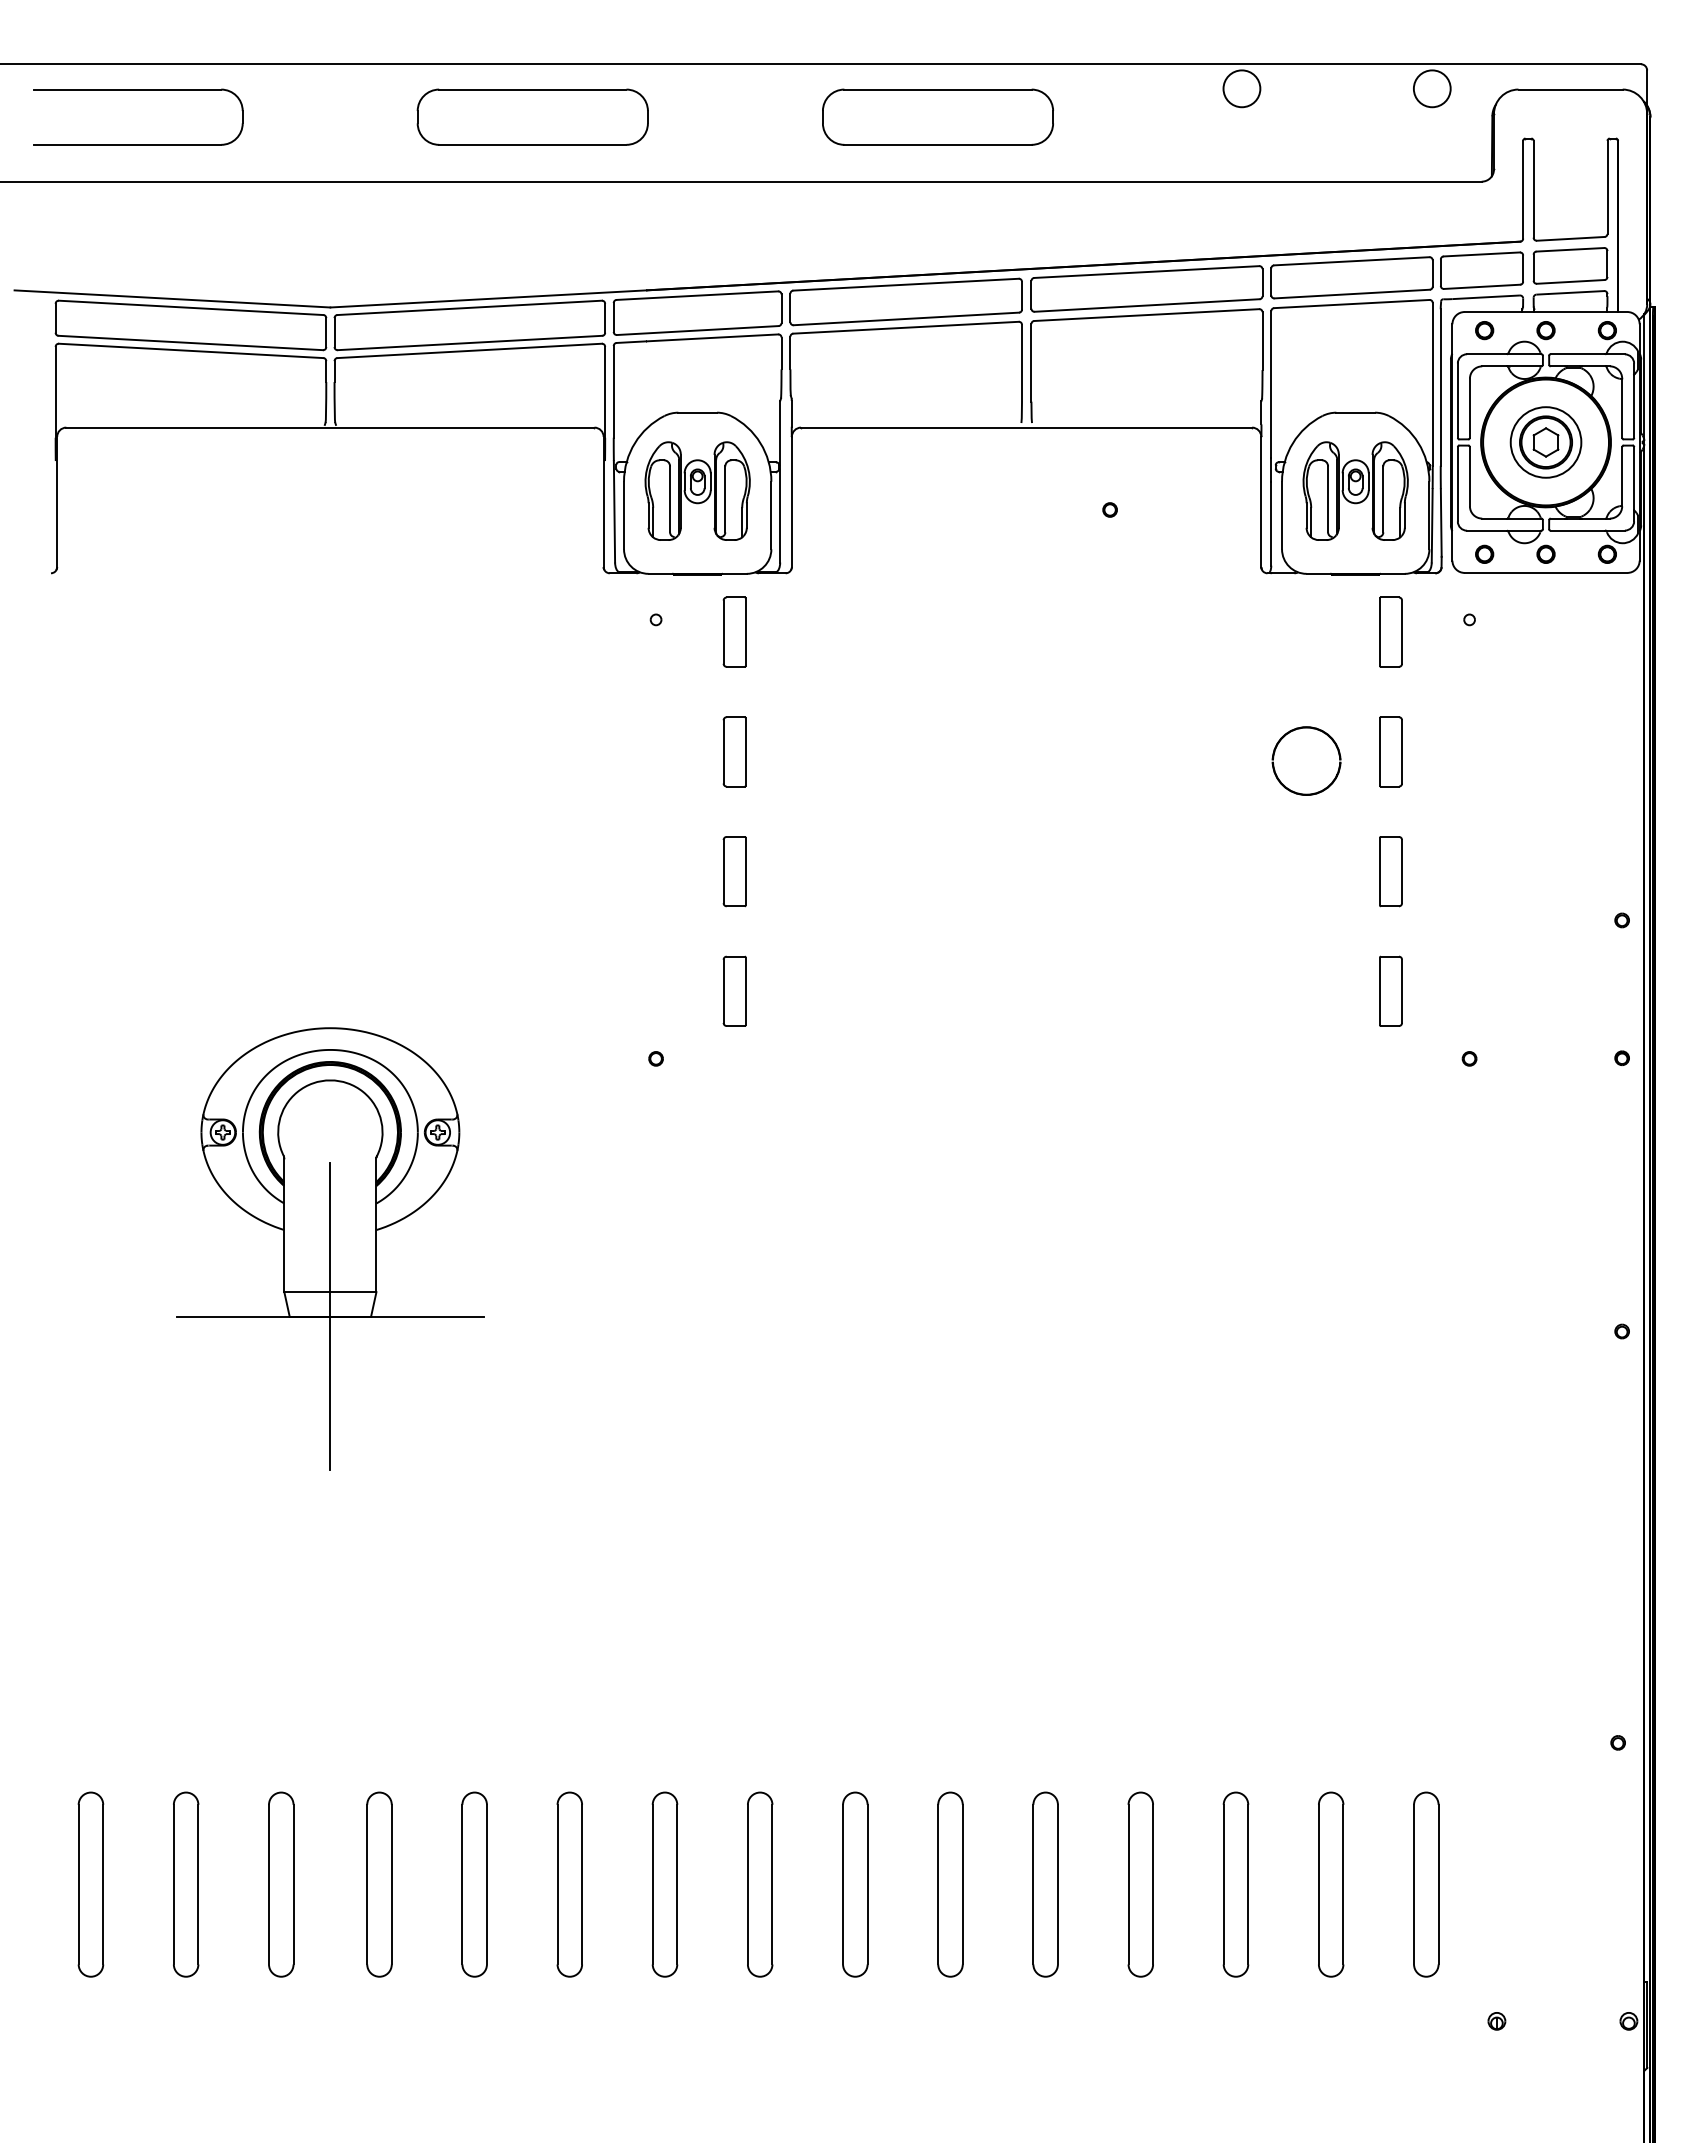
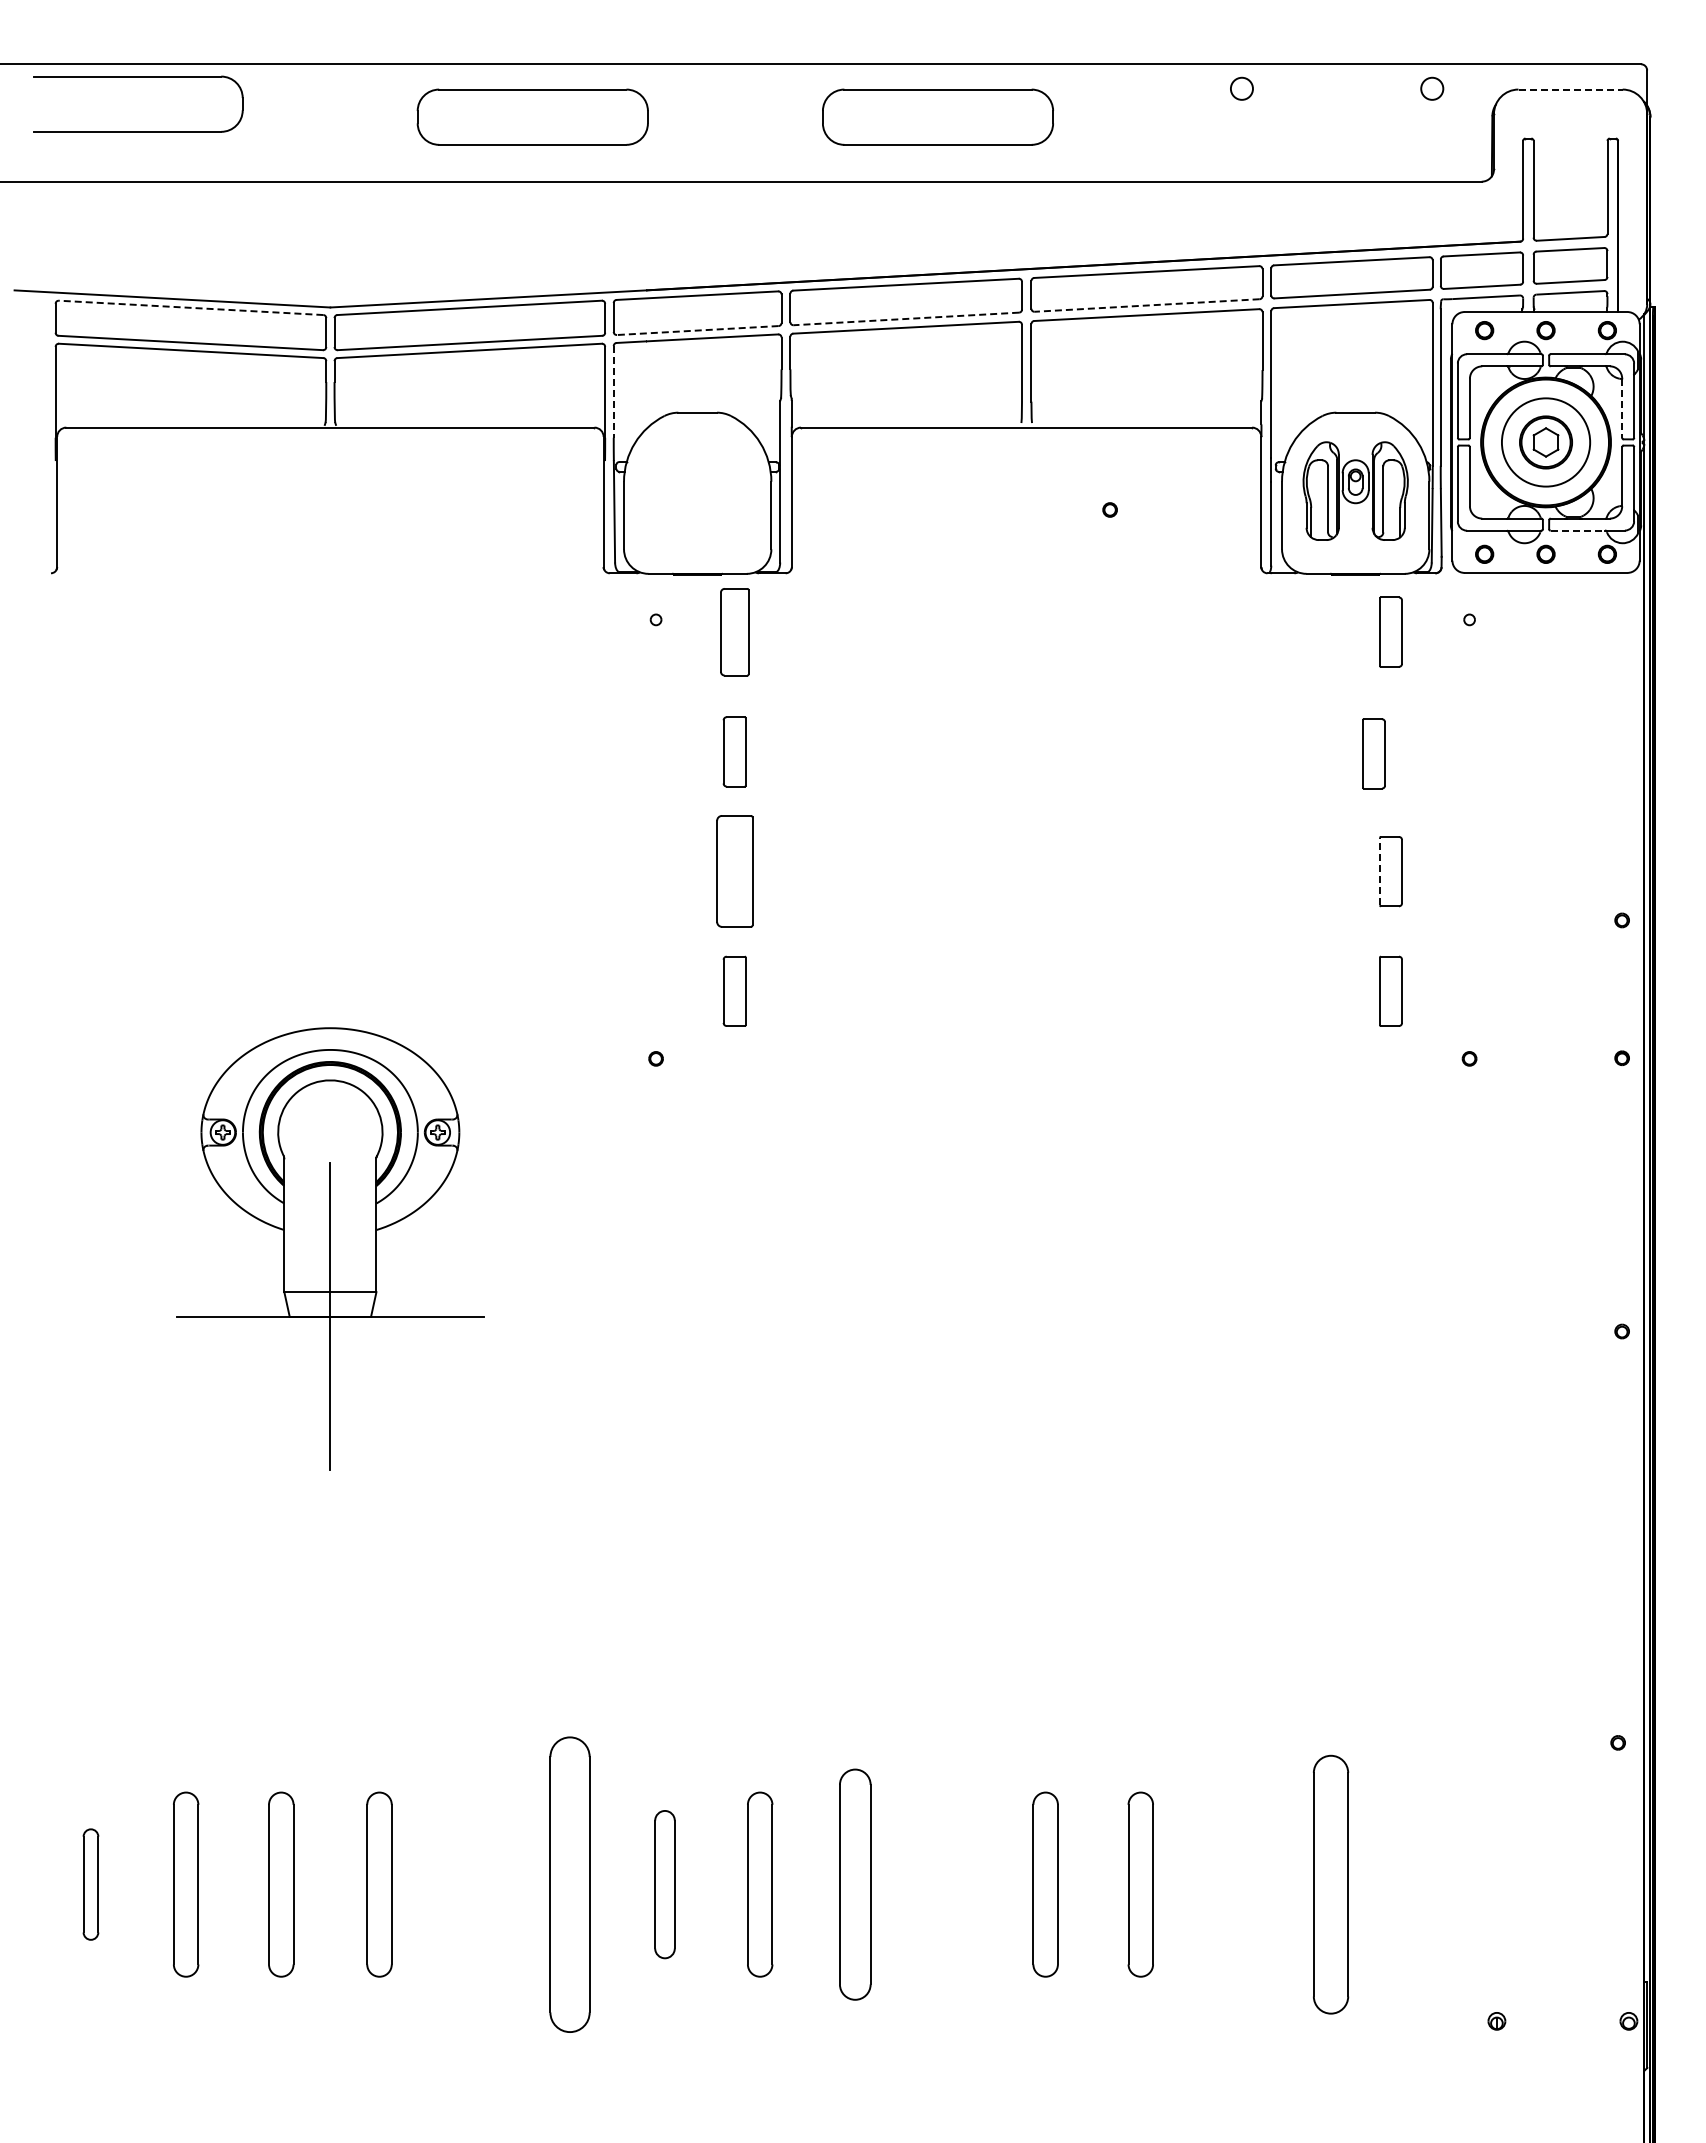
circle at (1241, 88) diameter: 37 px -> 22 px
circle at (1431, 88) diameter: 37 px -> 22 px
line at (1571, 89): solid -> dashed
part at (138, 90) position: (138, 90) -> (138, 77)
line at (1147, 305): solid -> dashed
line at (190, 307): solid -> dashed
line at (906, 318): solid -> dashed
line at (697, 330): solid -> dashed
line at (613, 391): solid -> dashed
line at (1622, 408): solid -> dashed
circle at (1545, 442) diameter: 71 px -> 88 px
part at (697, 490): present -> none
line at (1578, 530): solid -> dashed
part at (734, 631) size: 25x72 px -> 30x89 px
part at (1390, 751) position: (1390, 751) -> (1373, 753)
part at (1306, 760): present -> none
part at (734, 871) size: 25x72 px -> 38x113 px
line at (1379, 871): solid -> dashed
part at (90, 1884) size: 28x187 px -> 18x113 px
part at (474, 1884): present -> none
part at (569, 1884) size: 27x187 px -> 42x297 px
part at (664, 1884) size: 28x187 px -> 22x150 px
part at (855, 1884) size: 27x187 px -> 33x233 px
part at (950, 1884): present -> none
part at (1235, 1884): present -> none
part at (1331, 1884) size: 27x187 px -> 37x261 px
part at (1426, 1884): present -> none
